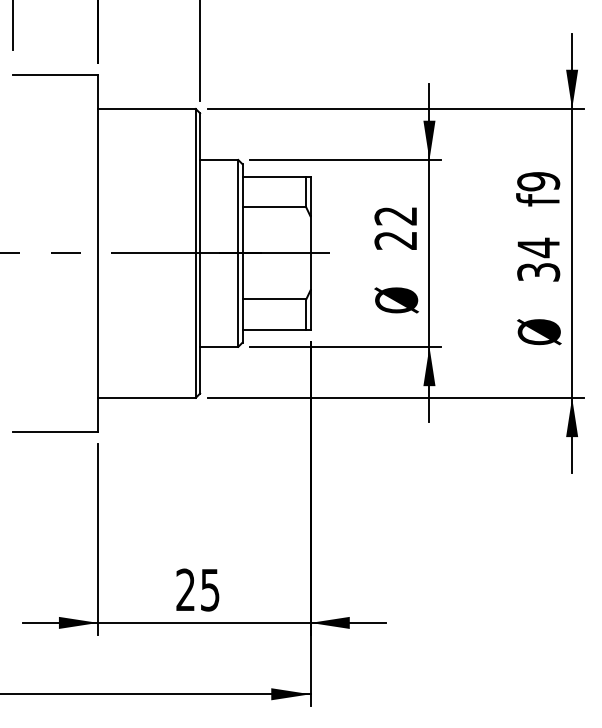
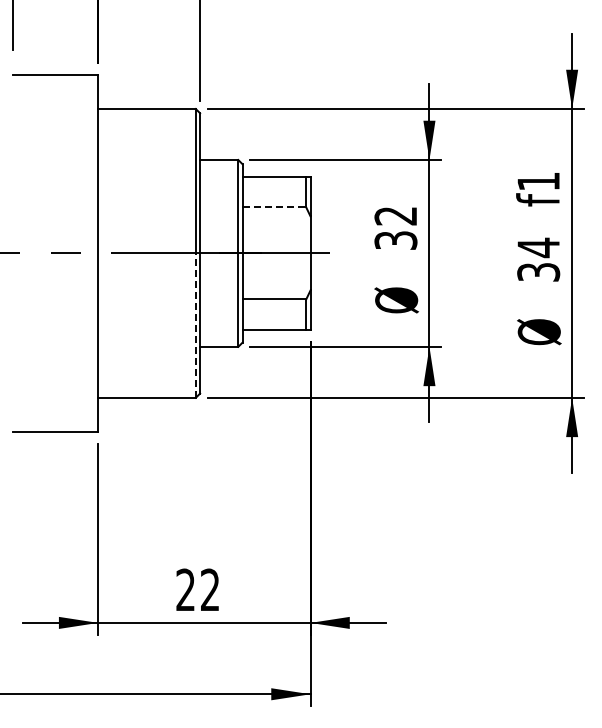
text at (538, 181): f9 -> f1
line at (274, 207): solid -> dashed
text at (395, 240): 22 -> 32
line at (195, 325): solid -> dashed
text at (210, 589): 25 -> 22
